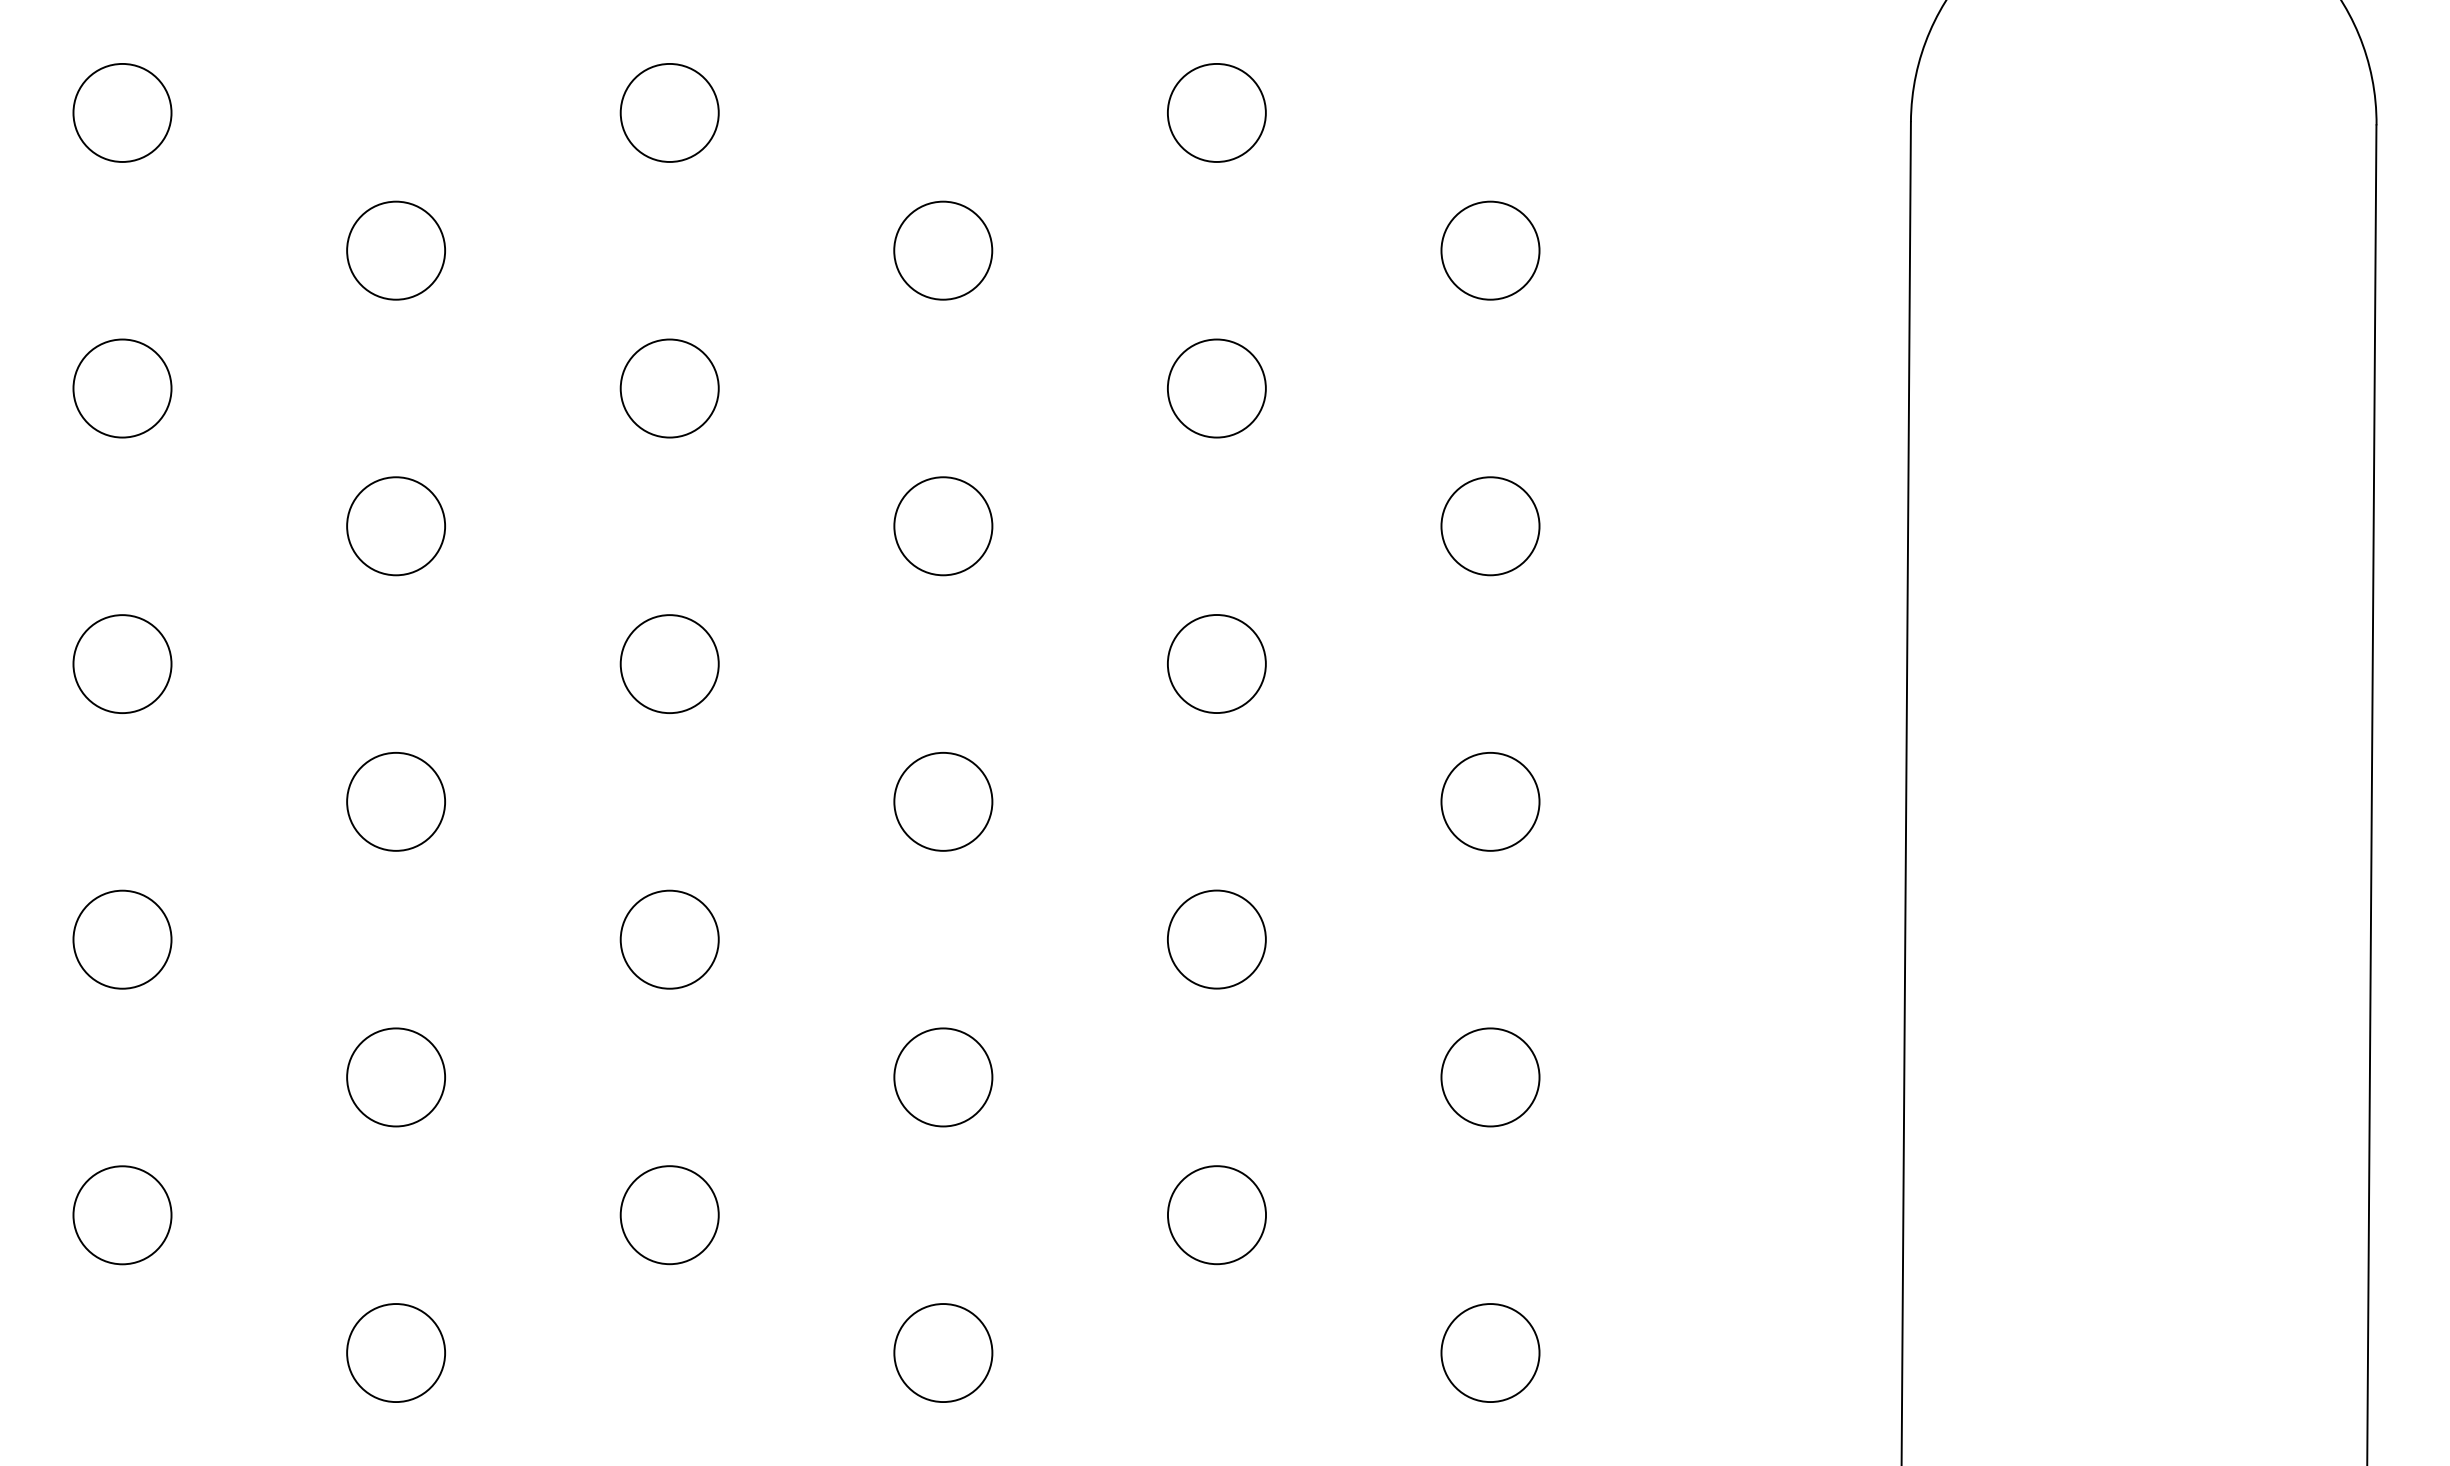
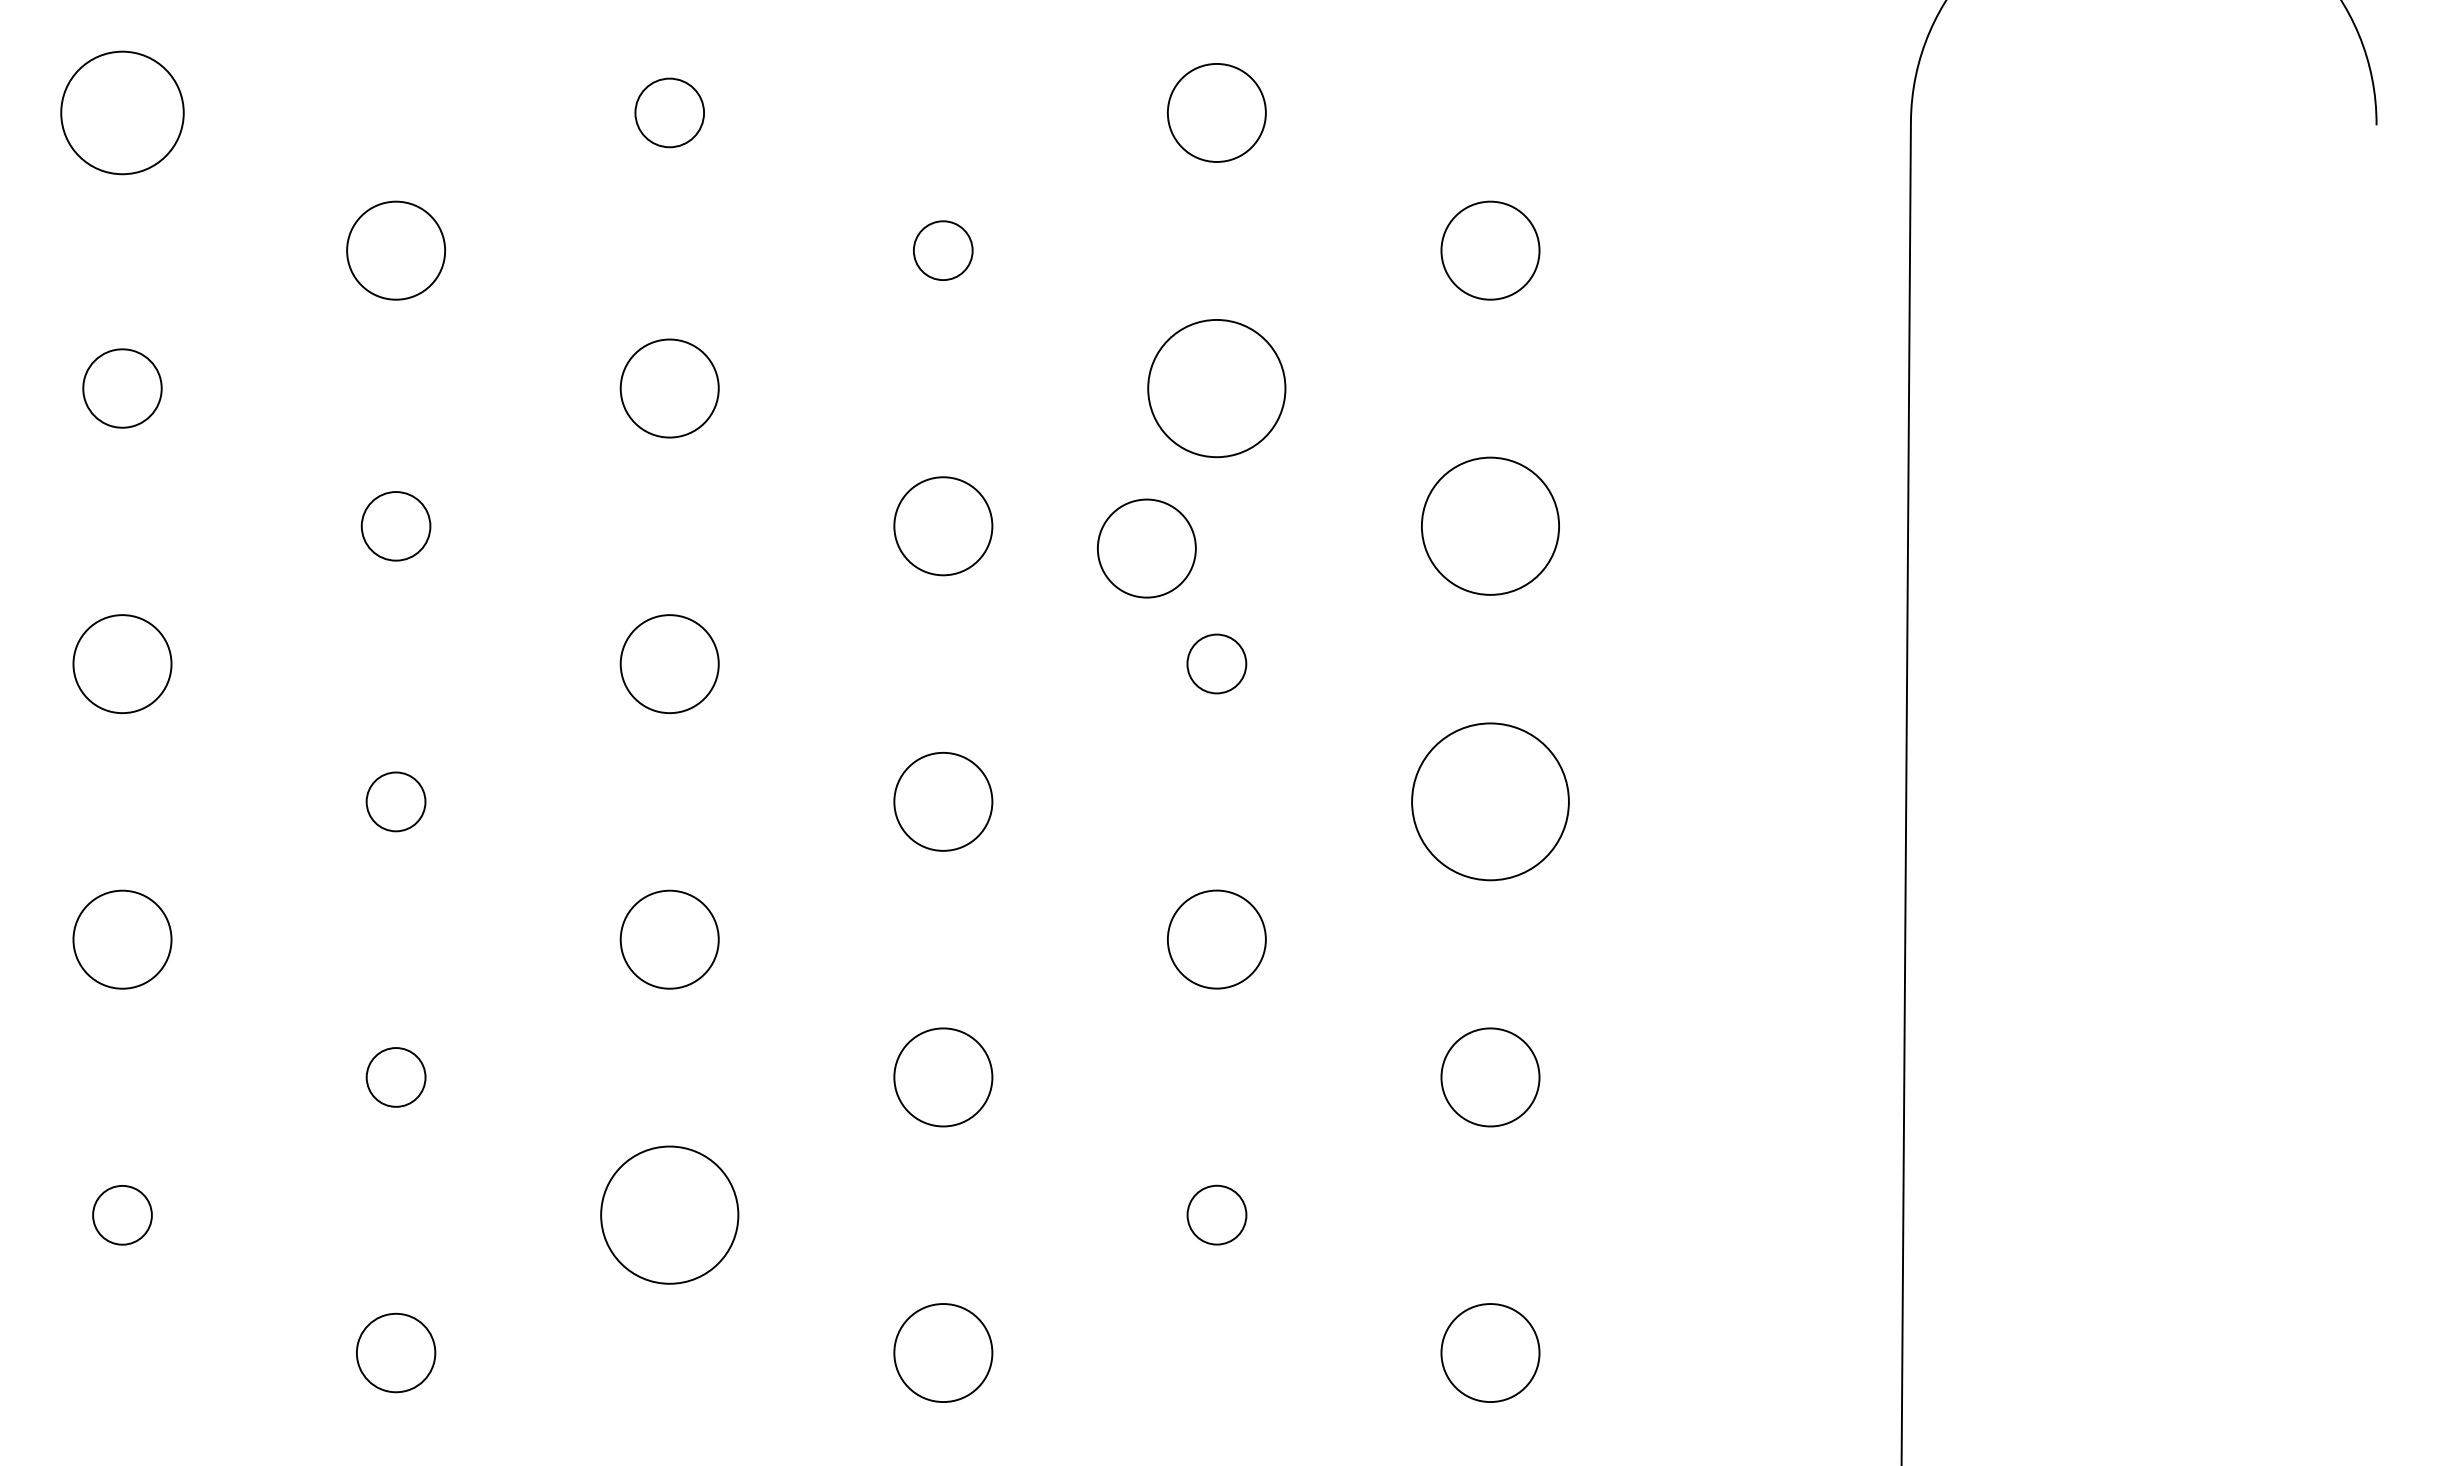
circle at (122, 112) diameter: 98 px -> 123 px
circle at (669, 112) diameter: 98 px -> 69 px
circle at (943, 250) diameter: 98 px -> 59 px
circle at (122, 388) diameter: 98 px -> 78 px
circle at (1216, 388) size: 100x101 px -> 140x140 px
circle at (395, 526) size: 100x101 px -> 72x71 px
circle at (1490, 526) diameter: 98 px -> 137 px
circle at (1146, 548): none -> present
circle at (1216, 664) diameter: 98 px -> 59 px
line at (2371, 793): present -> none
circle at (395, 801) size: 100x100 px -> 62x62 px
circle at (1490, 801) diameter: 98 px -> 157 px
circle at (396, 1077) diameter: 98 px -> 59 px
circle at (122, 1215) diameter: 98 px -> 59 px
circle at (669, 1215) diameter: 98 px -> 137 px
circle at (1216, 1215) diameter: 98 px -> 59 px
circle at (395, 1352) size: 100x100 px -> 81x82 px
